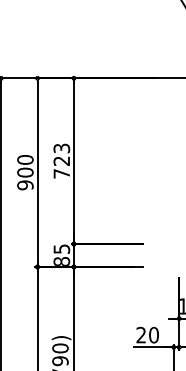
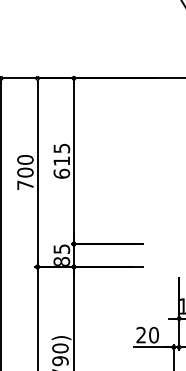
text at (61, 160): 723 -> 615
text at (25, 185): 900 -> 700
